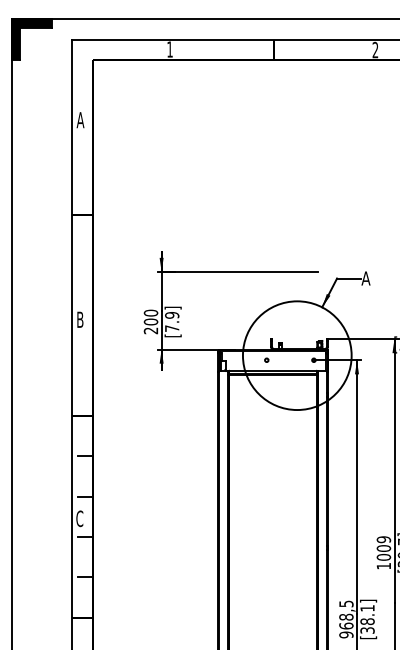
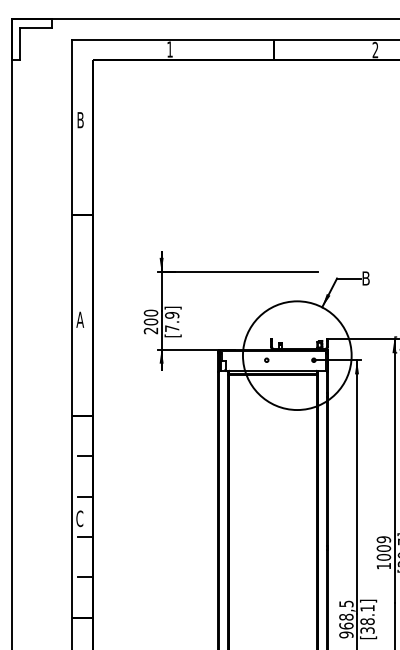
fill at (32, 39): present -> none
text at (80, 120): A -> B
text at (365, 278): A -> B
text at (80, 319): B -> A
